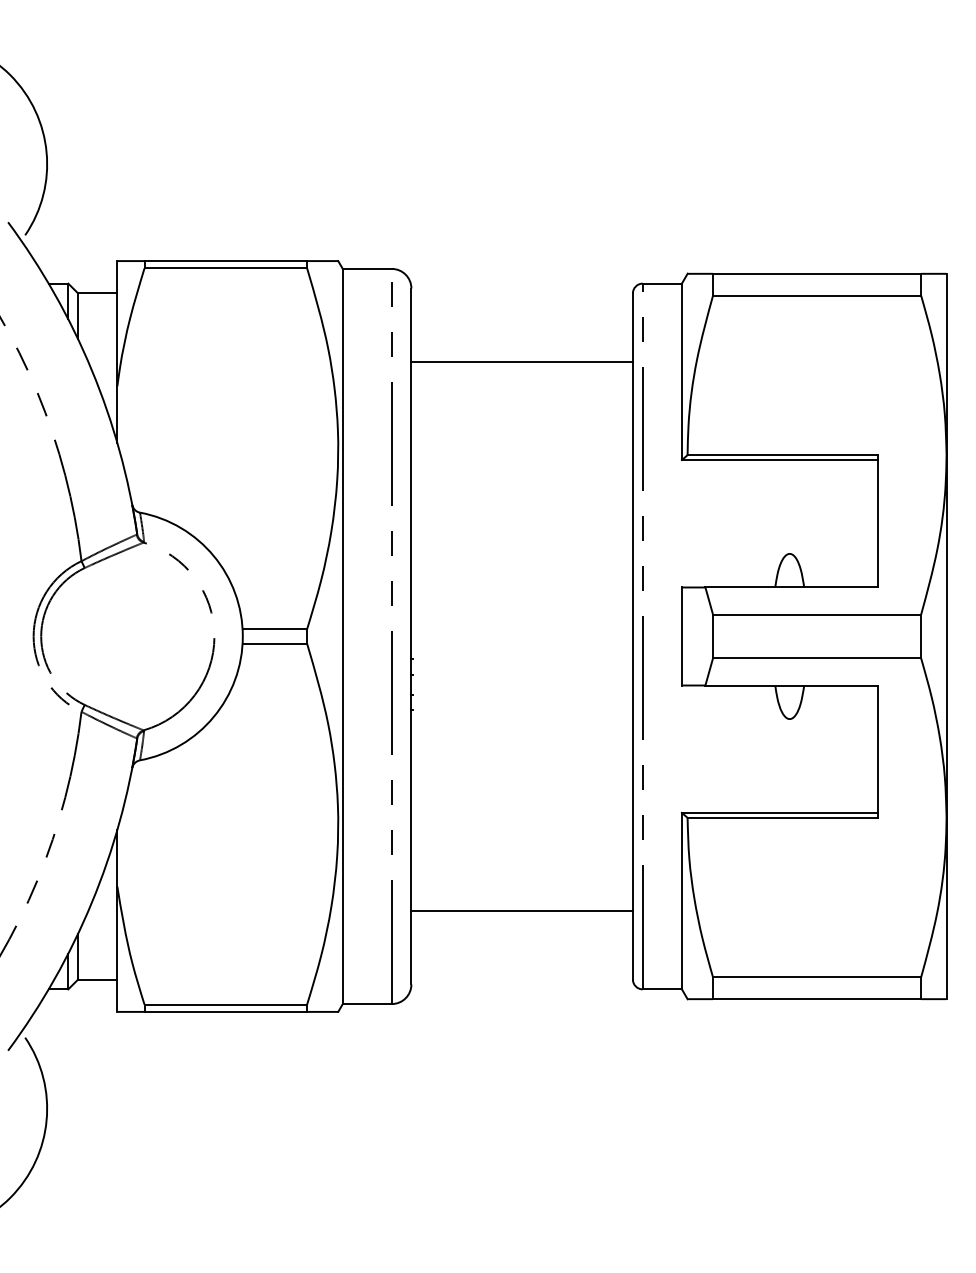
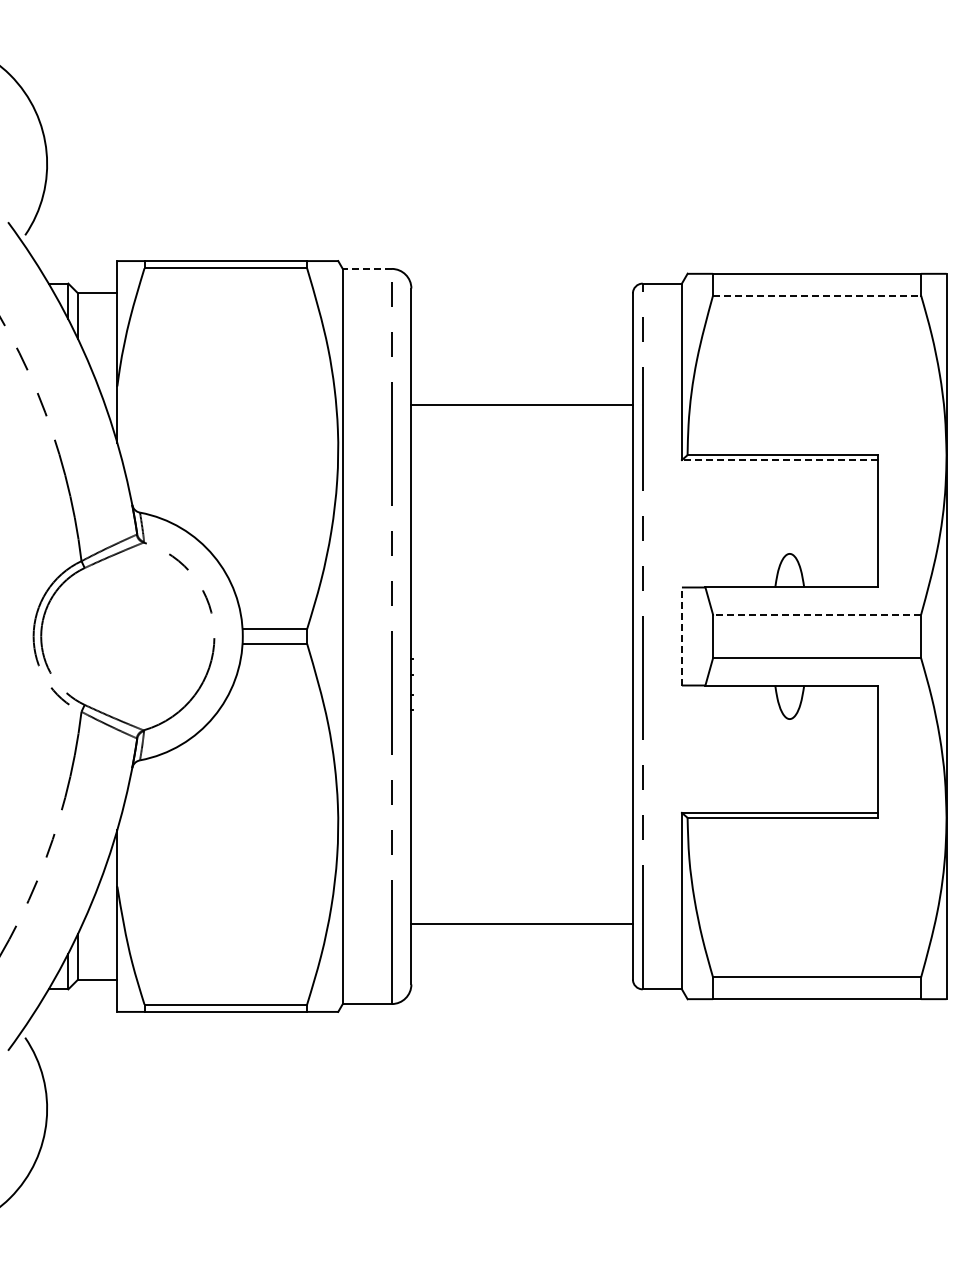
line at (367, 268): solid -> dashed
line at (817, 295): solid -> dashed
line at (521, 362) position: (521, 362) -> (521, 405)
line at (779, 460): solid -> dashed
line at (816, 614): solid -> dashed
line at (681, 636): solid -> dashed
line at (521, 910) position: (521, 910) -> (521, 923)
